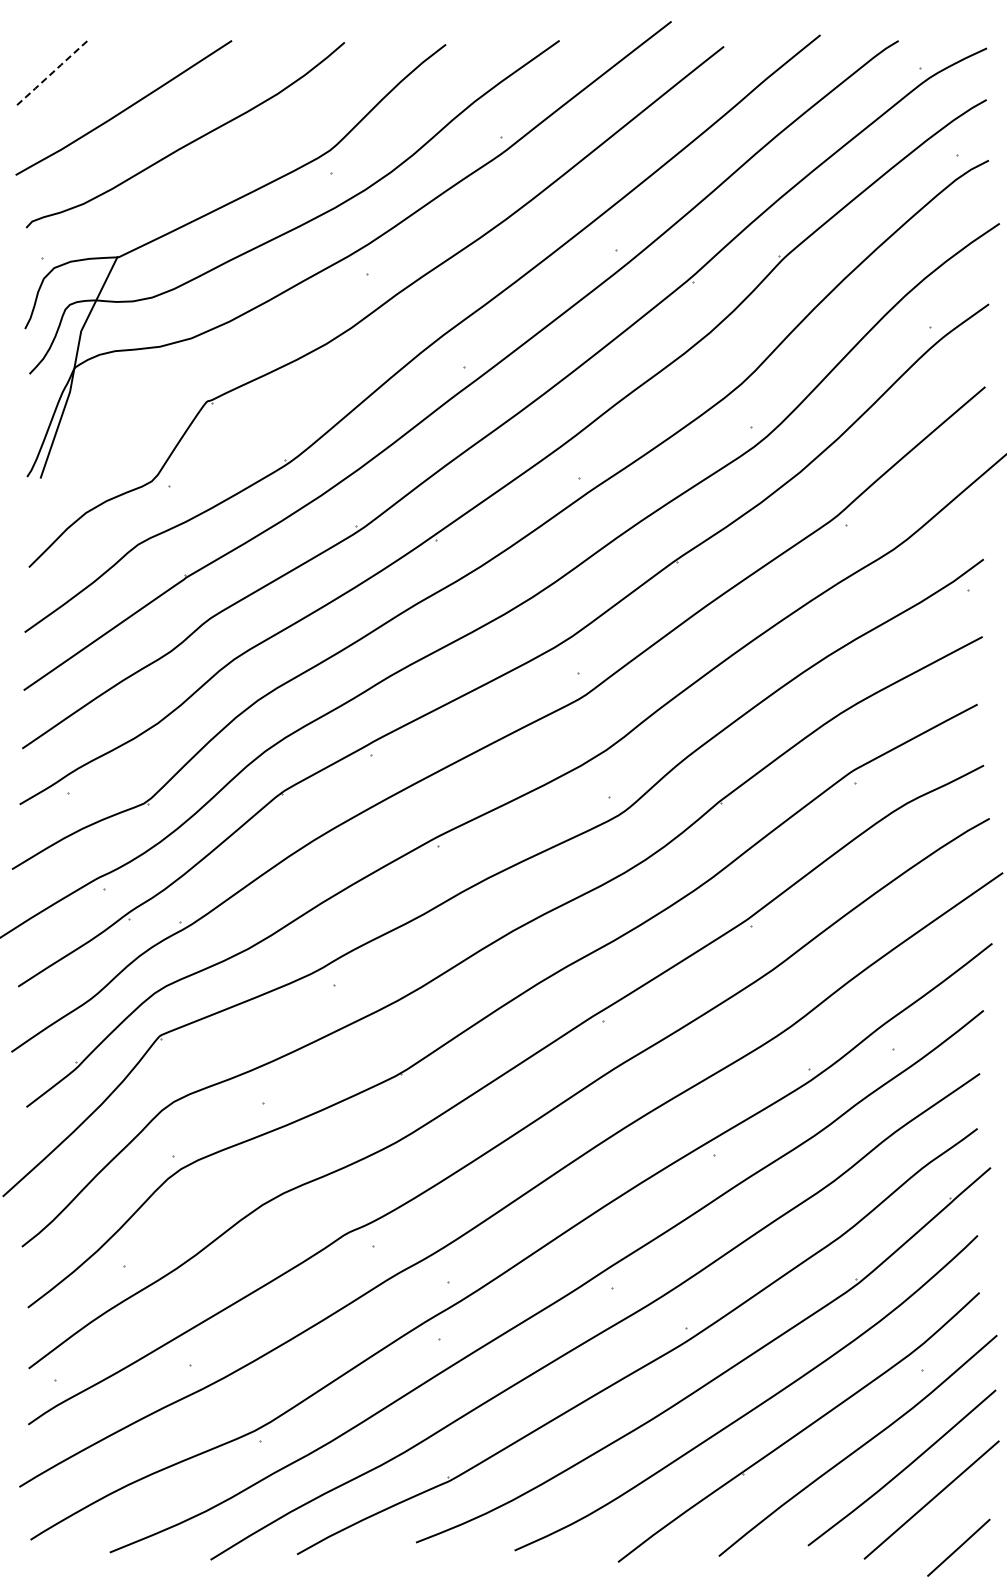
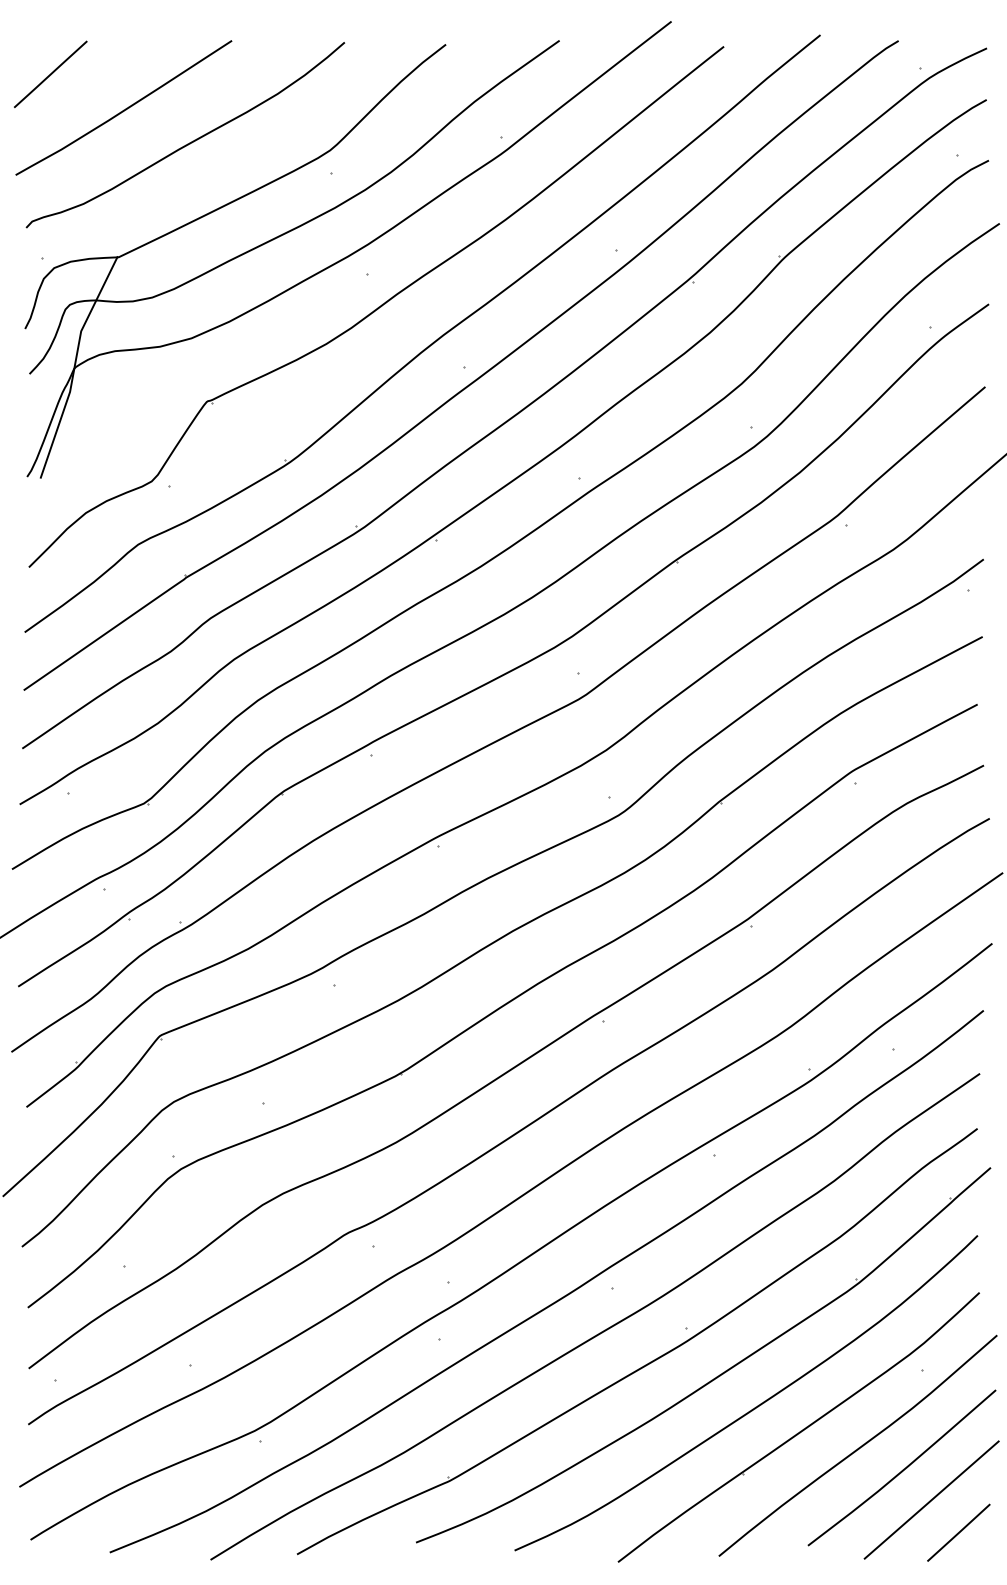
line at (50, 74): dashed -> solid
line at (958, 1547) position: (958, 1547) -> (958, 1532)
